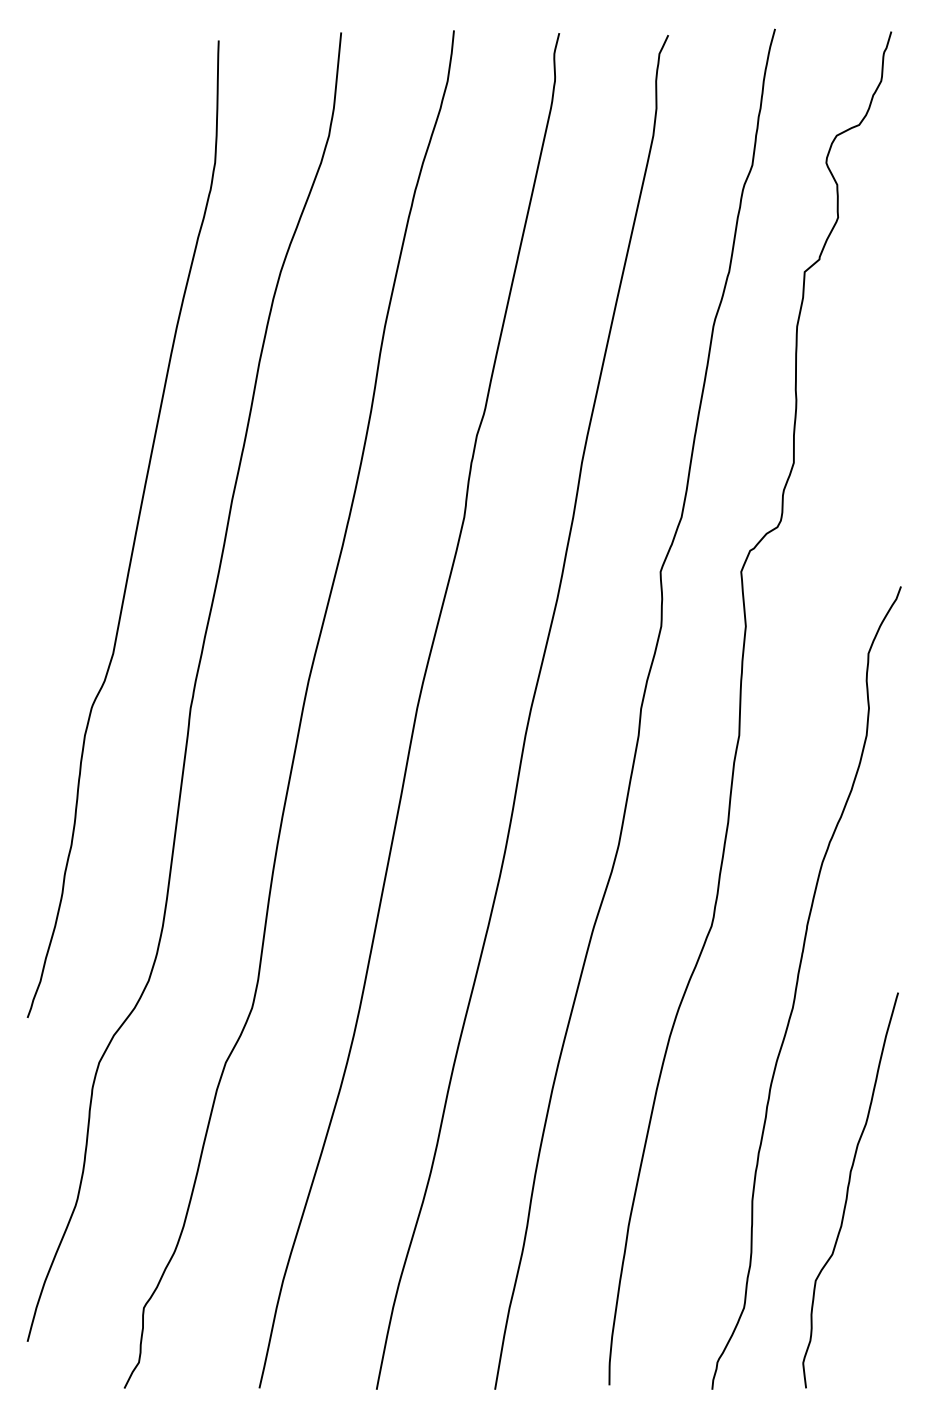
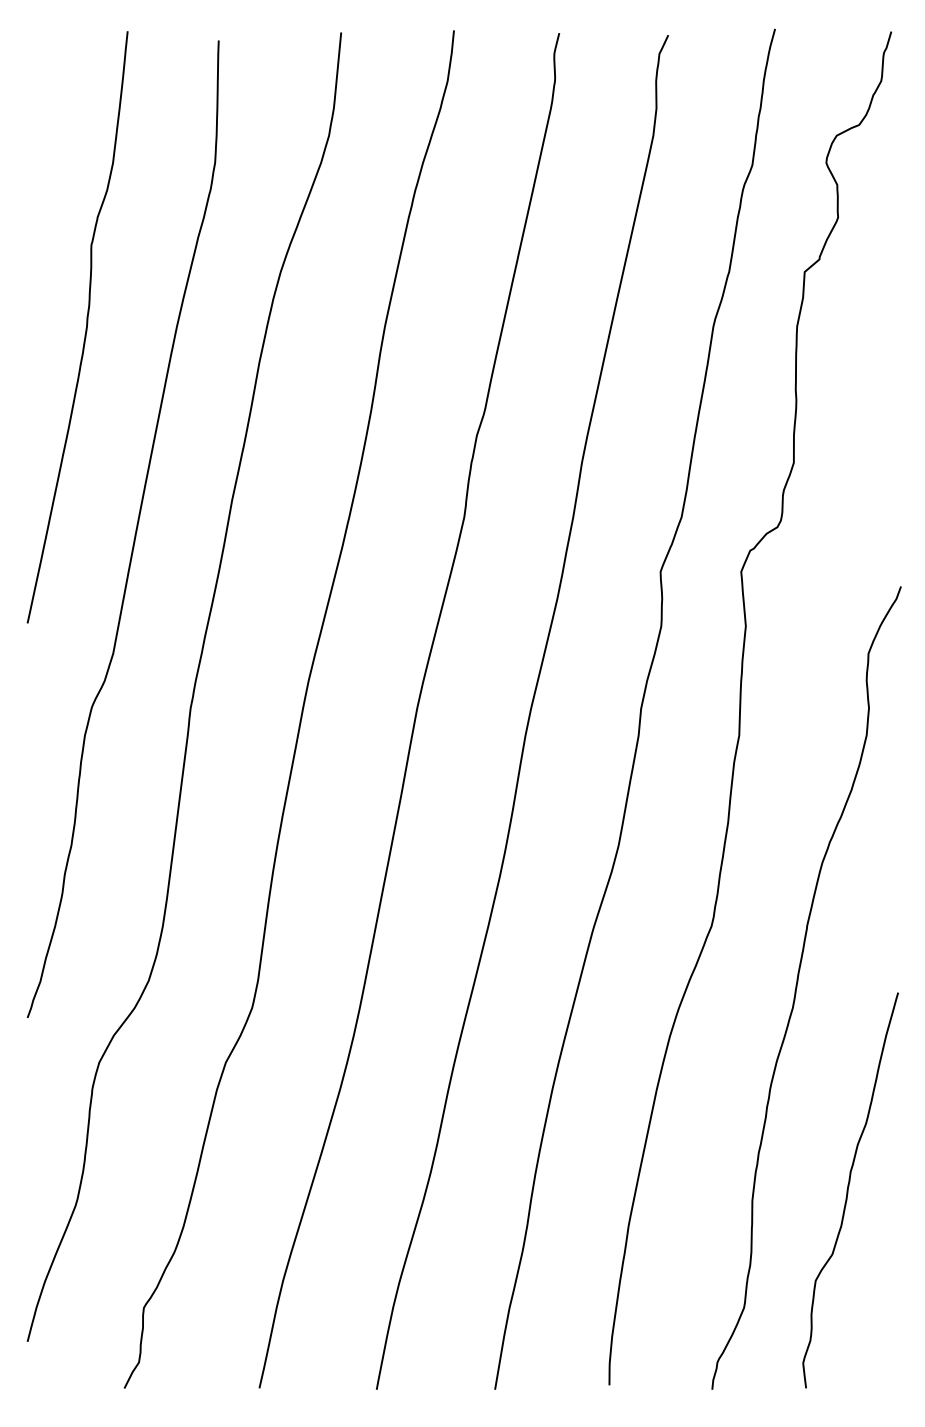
curve at (85, 328): none -> present
